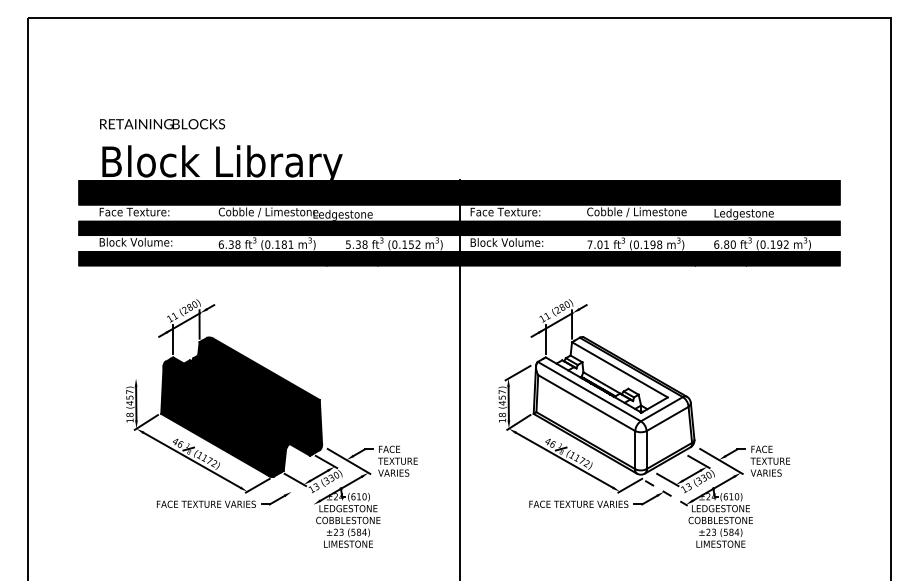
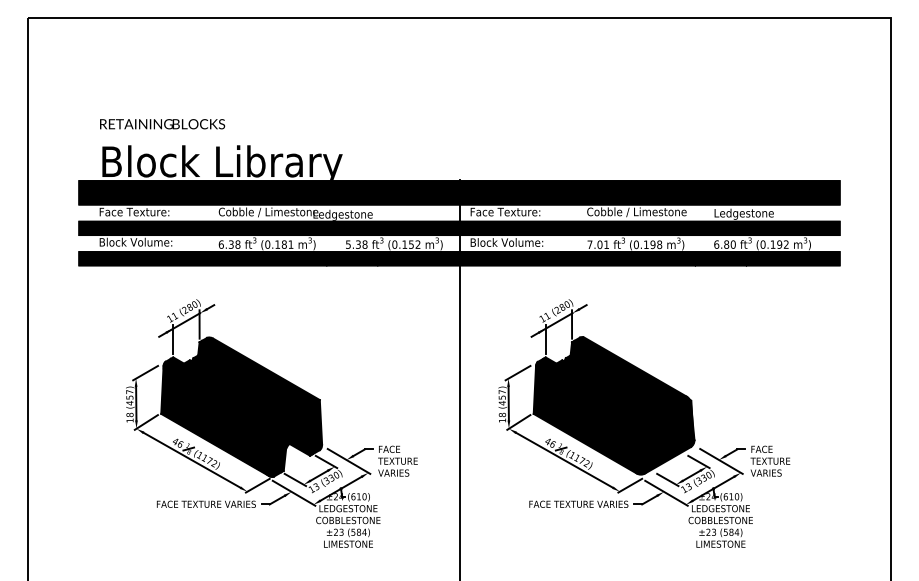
line at (145, 372): none -> present
fill at (613, 405): none -> present
line at (293, 492): none -> present
line at (666, 493): dashed -> solid
